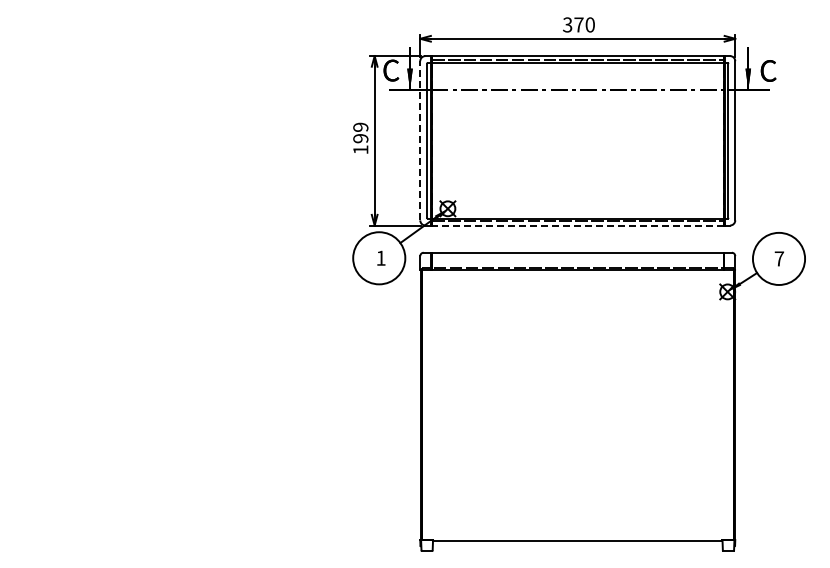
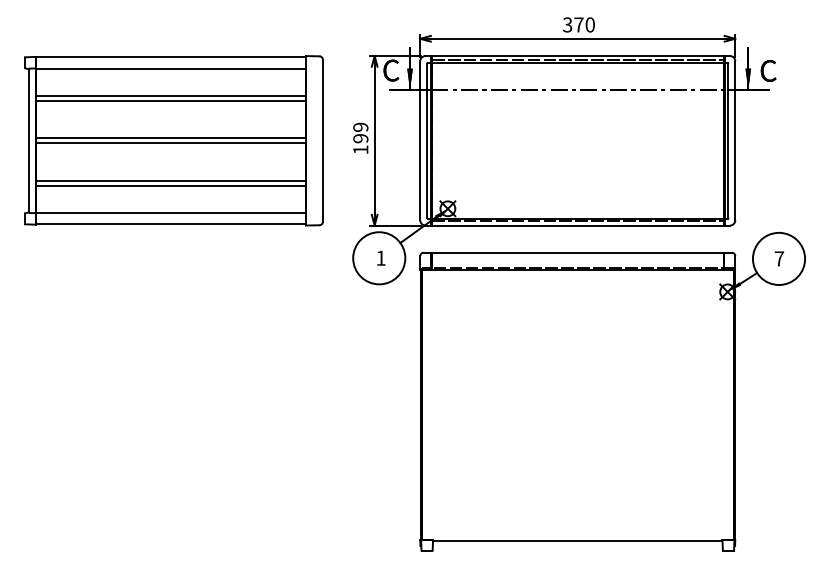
part at (173, 140): none -> present
line at (420, 140): dashed -> solid
line at (577, 225): dashed -> solid
